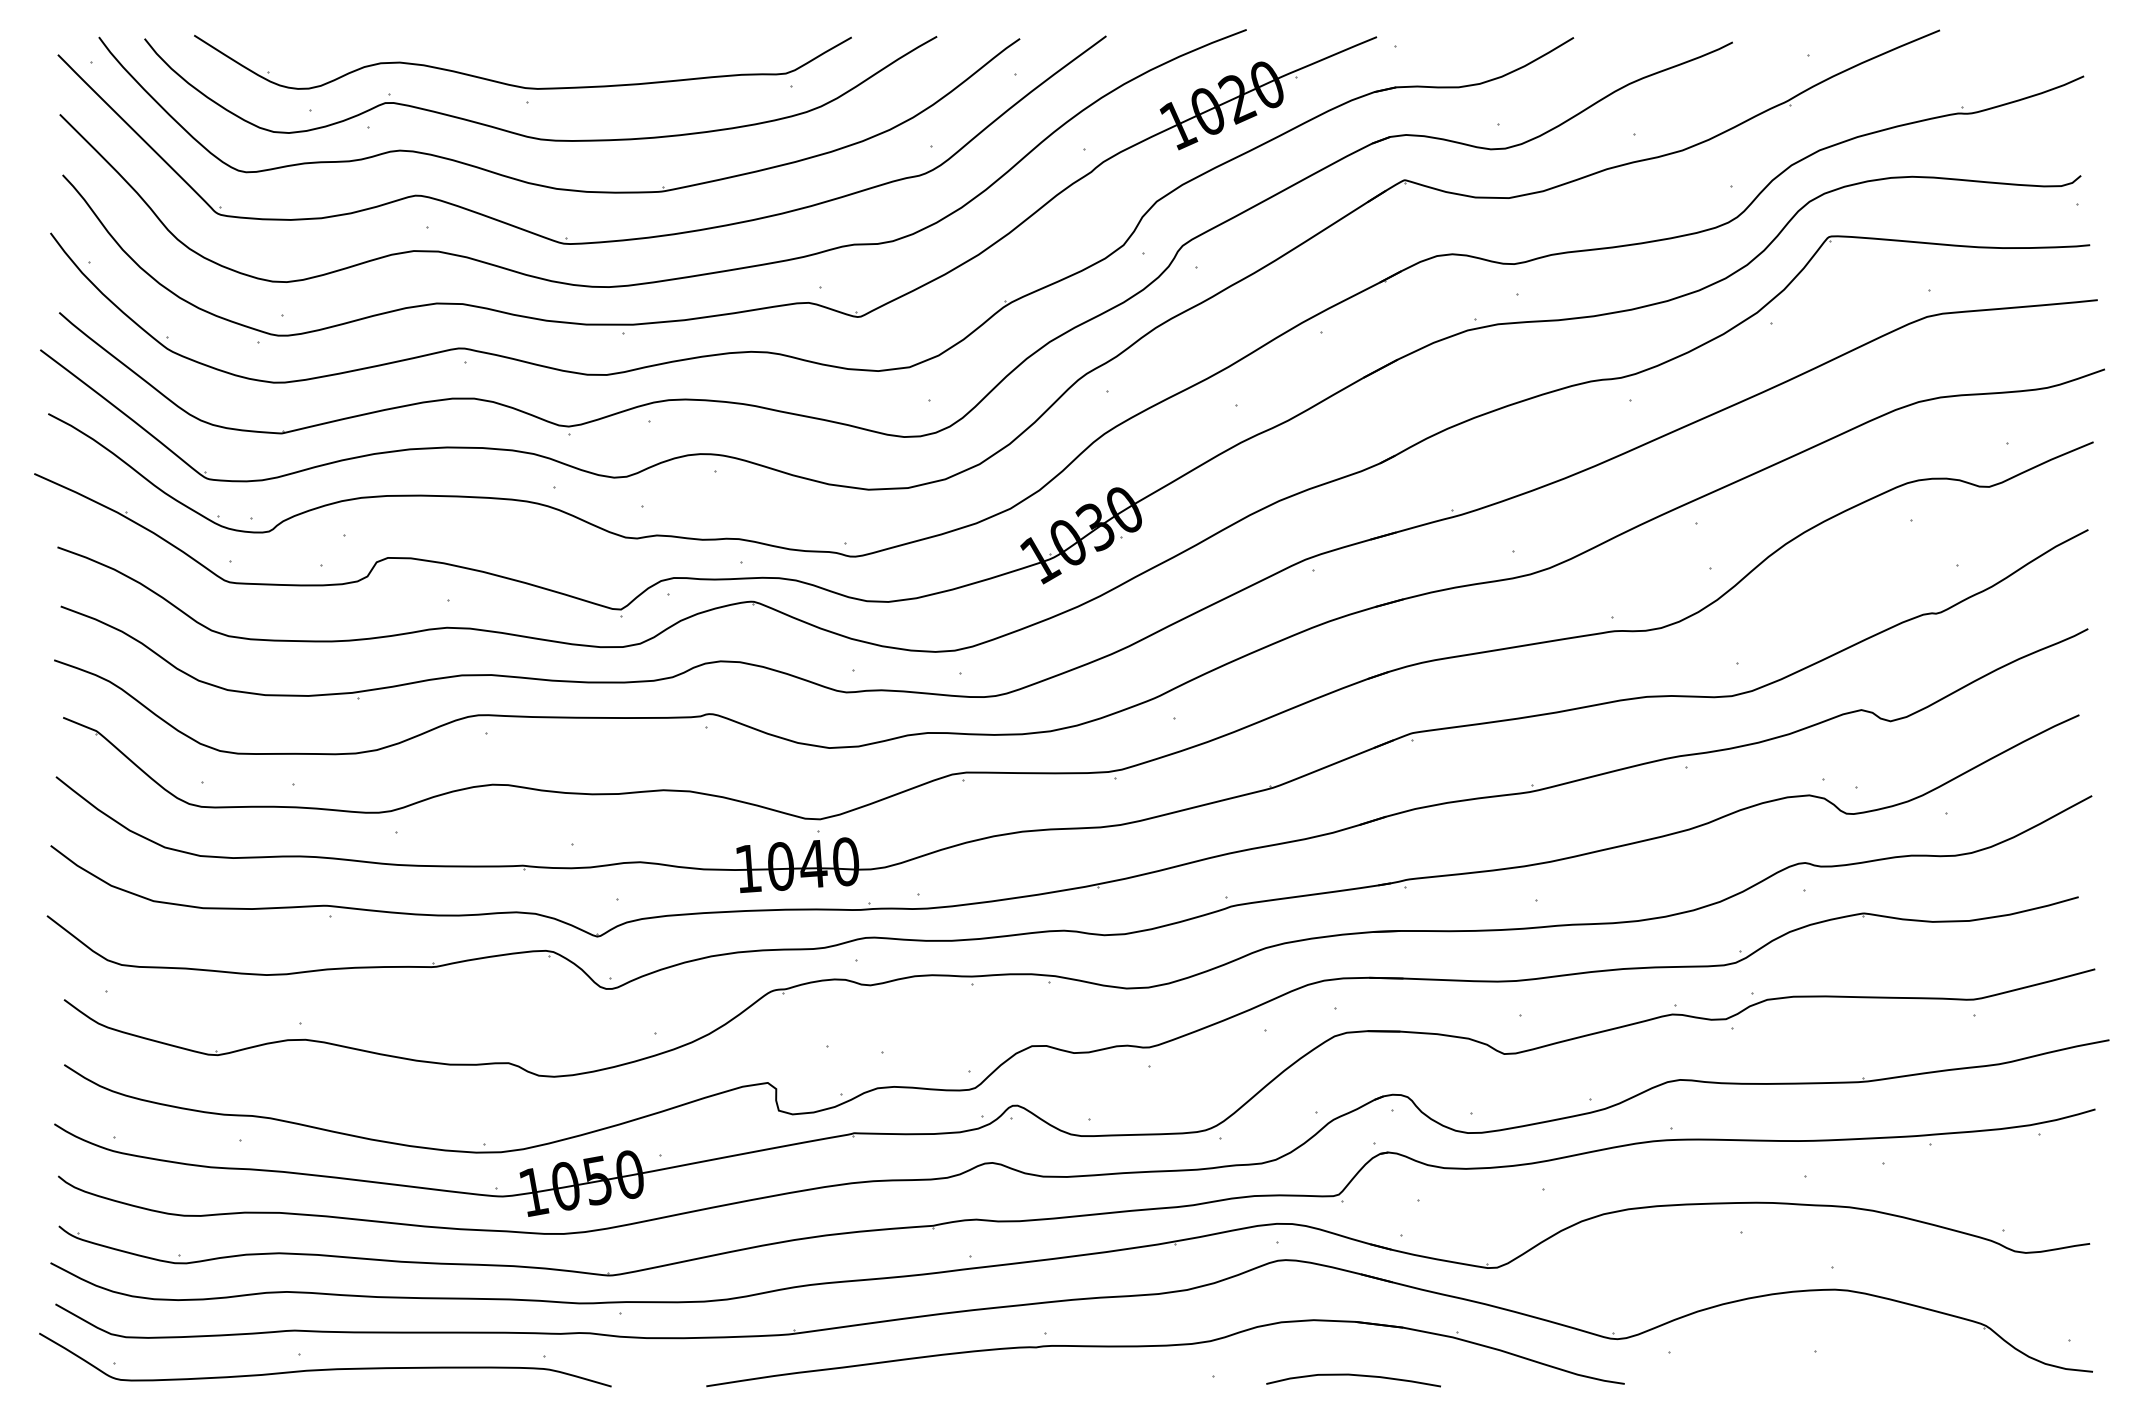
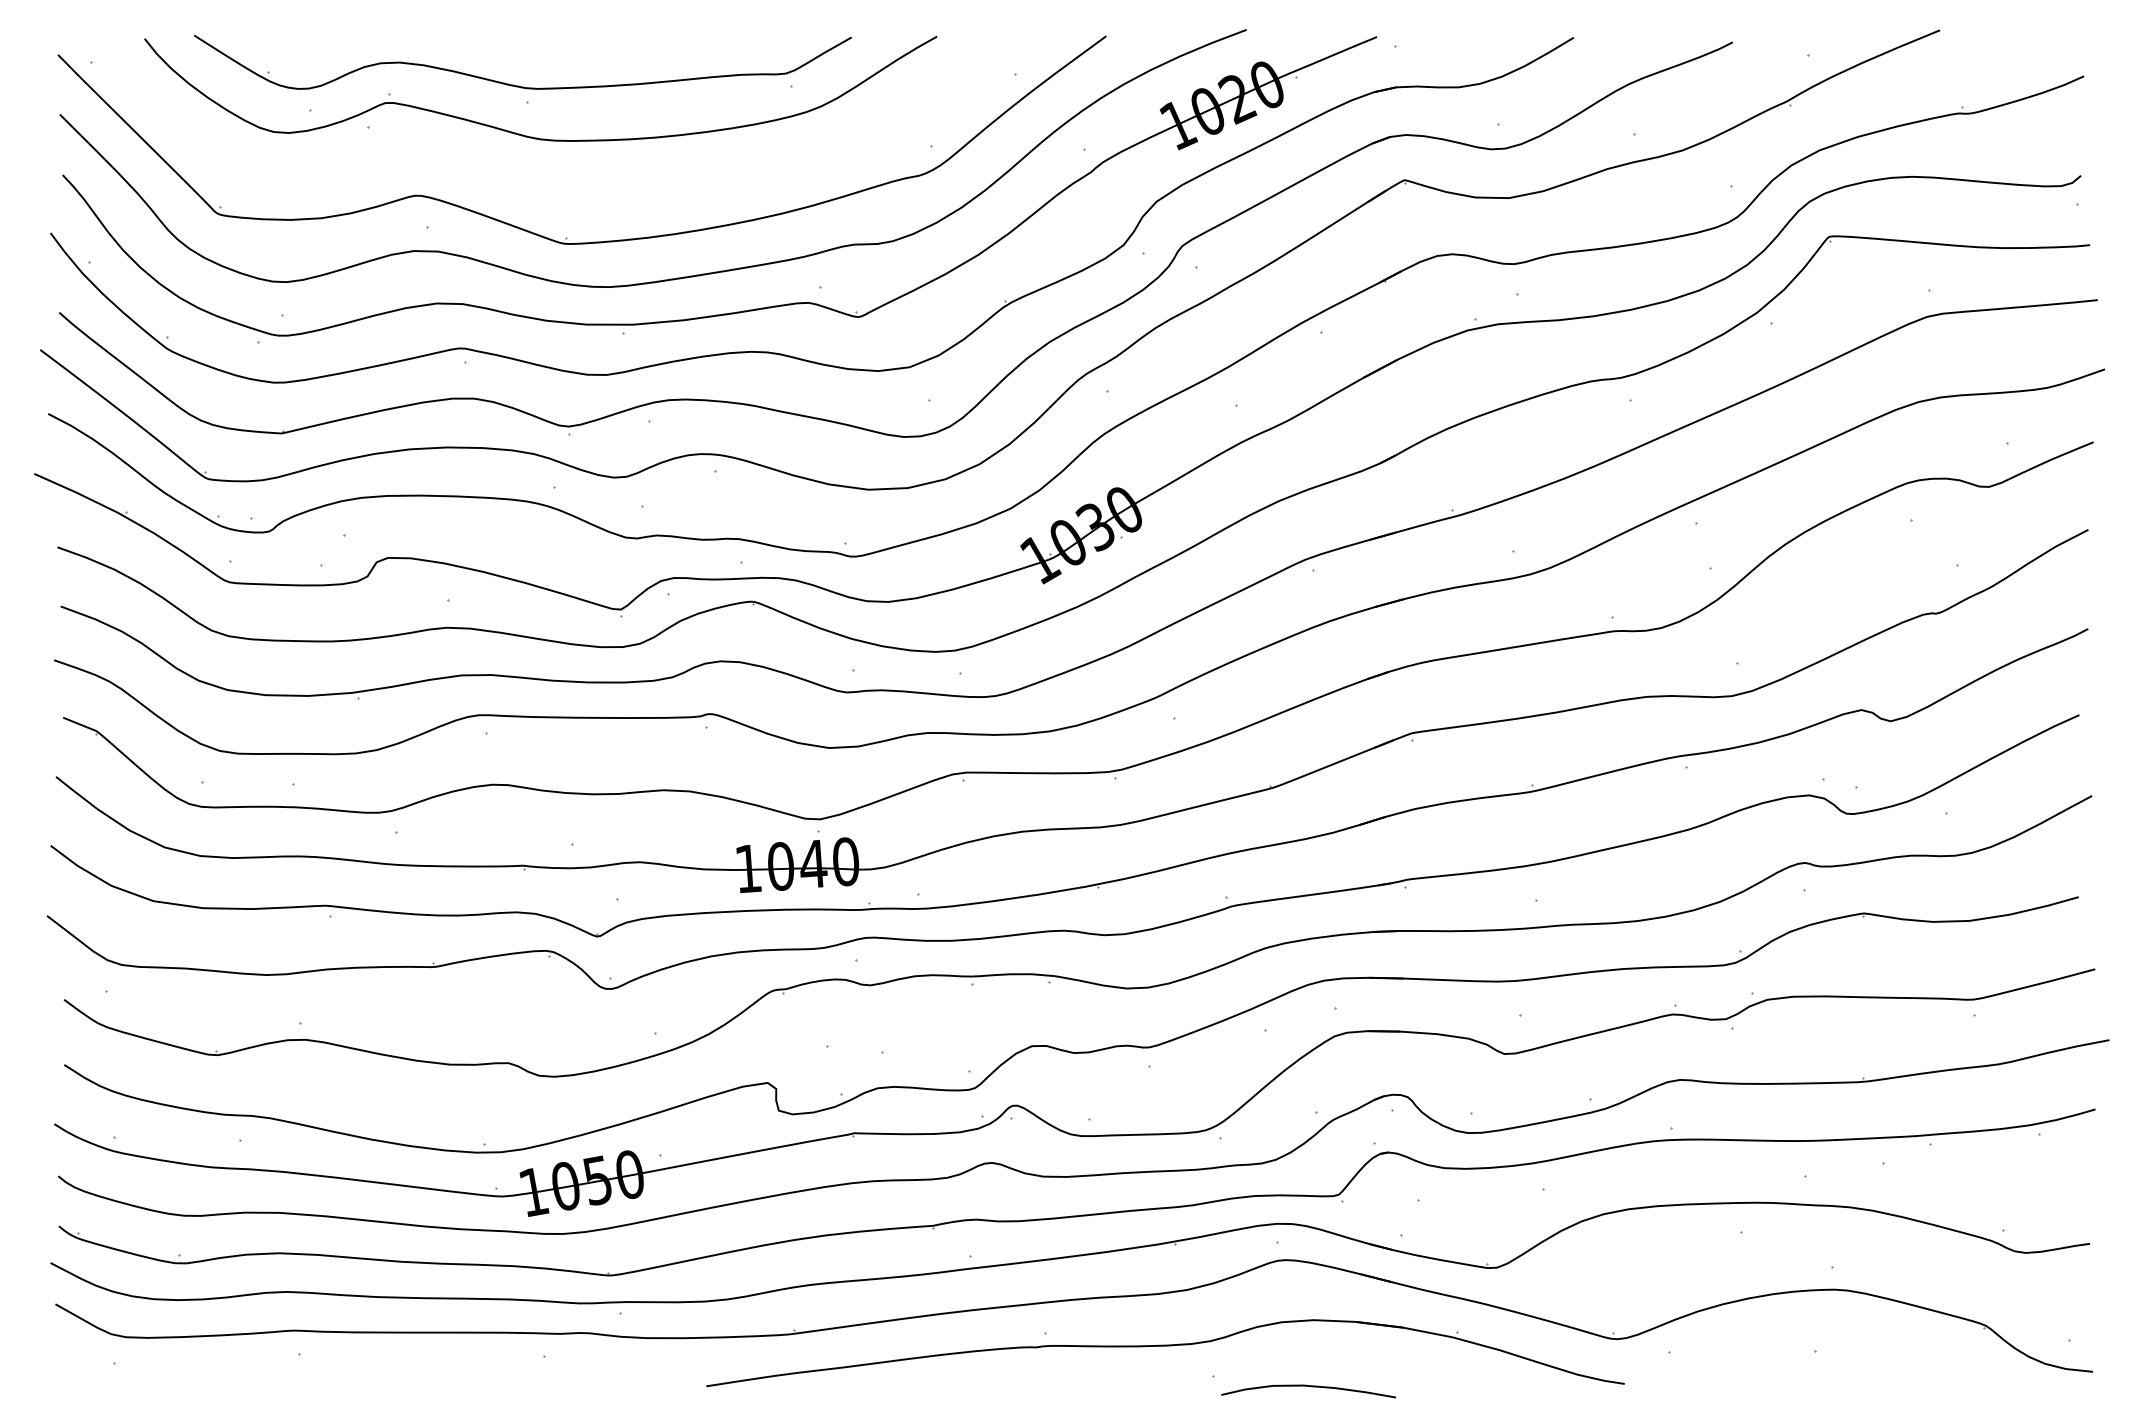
part at (546, 185): present -> none
curve at (325, 1368): present -> none
curve at (1353, 1375) position: (1353, 1375) -> (1308, 1386)
